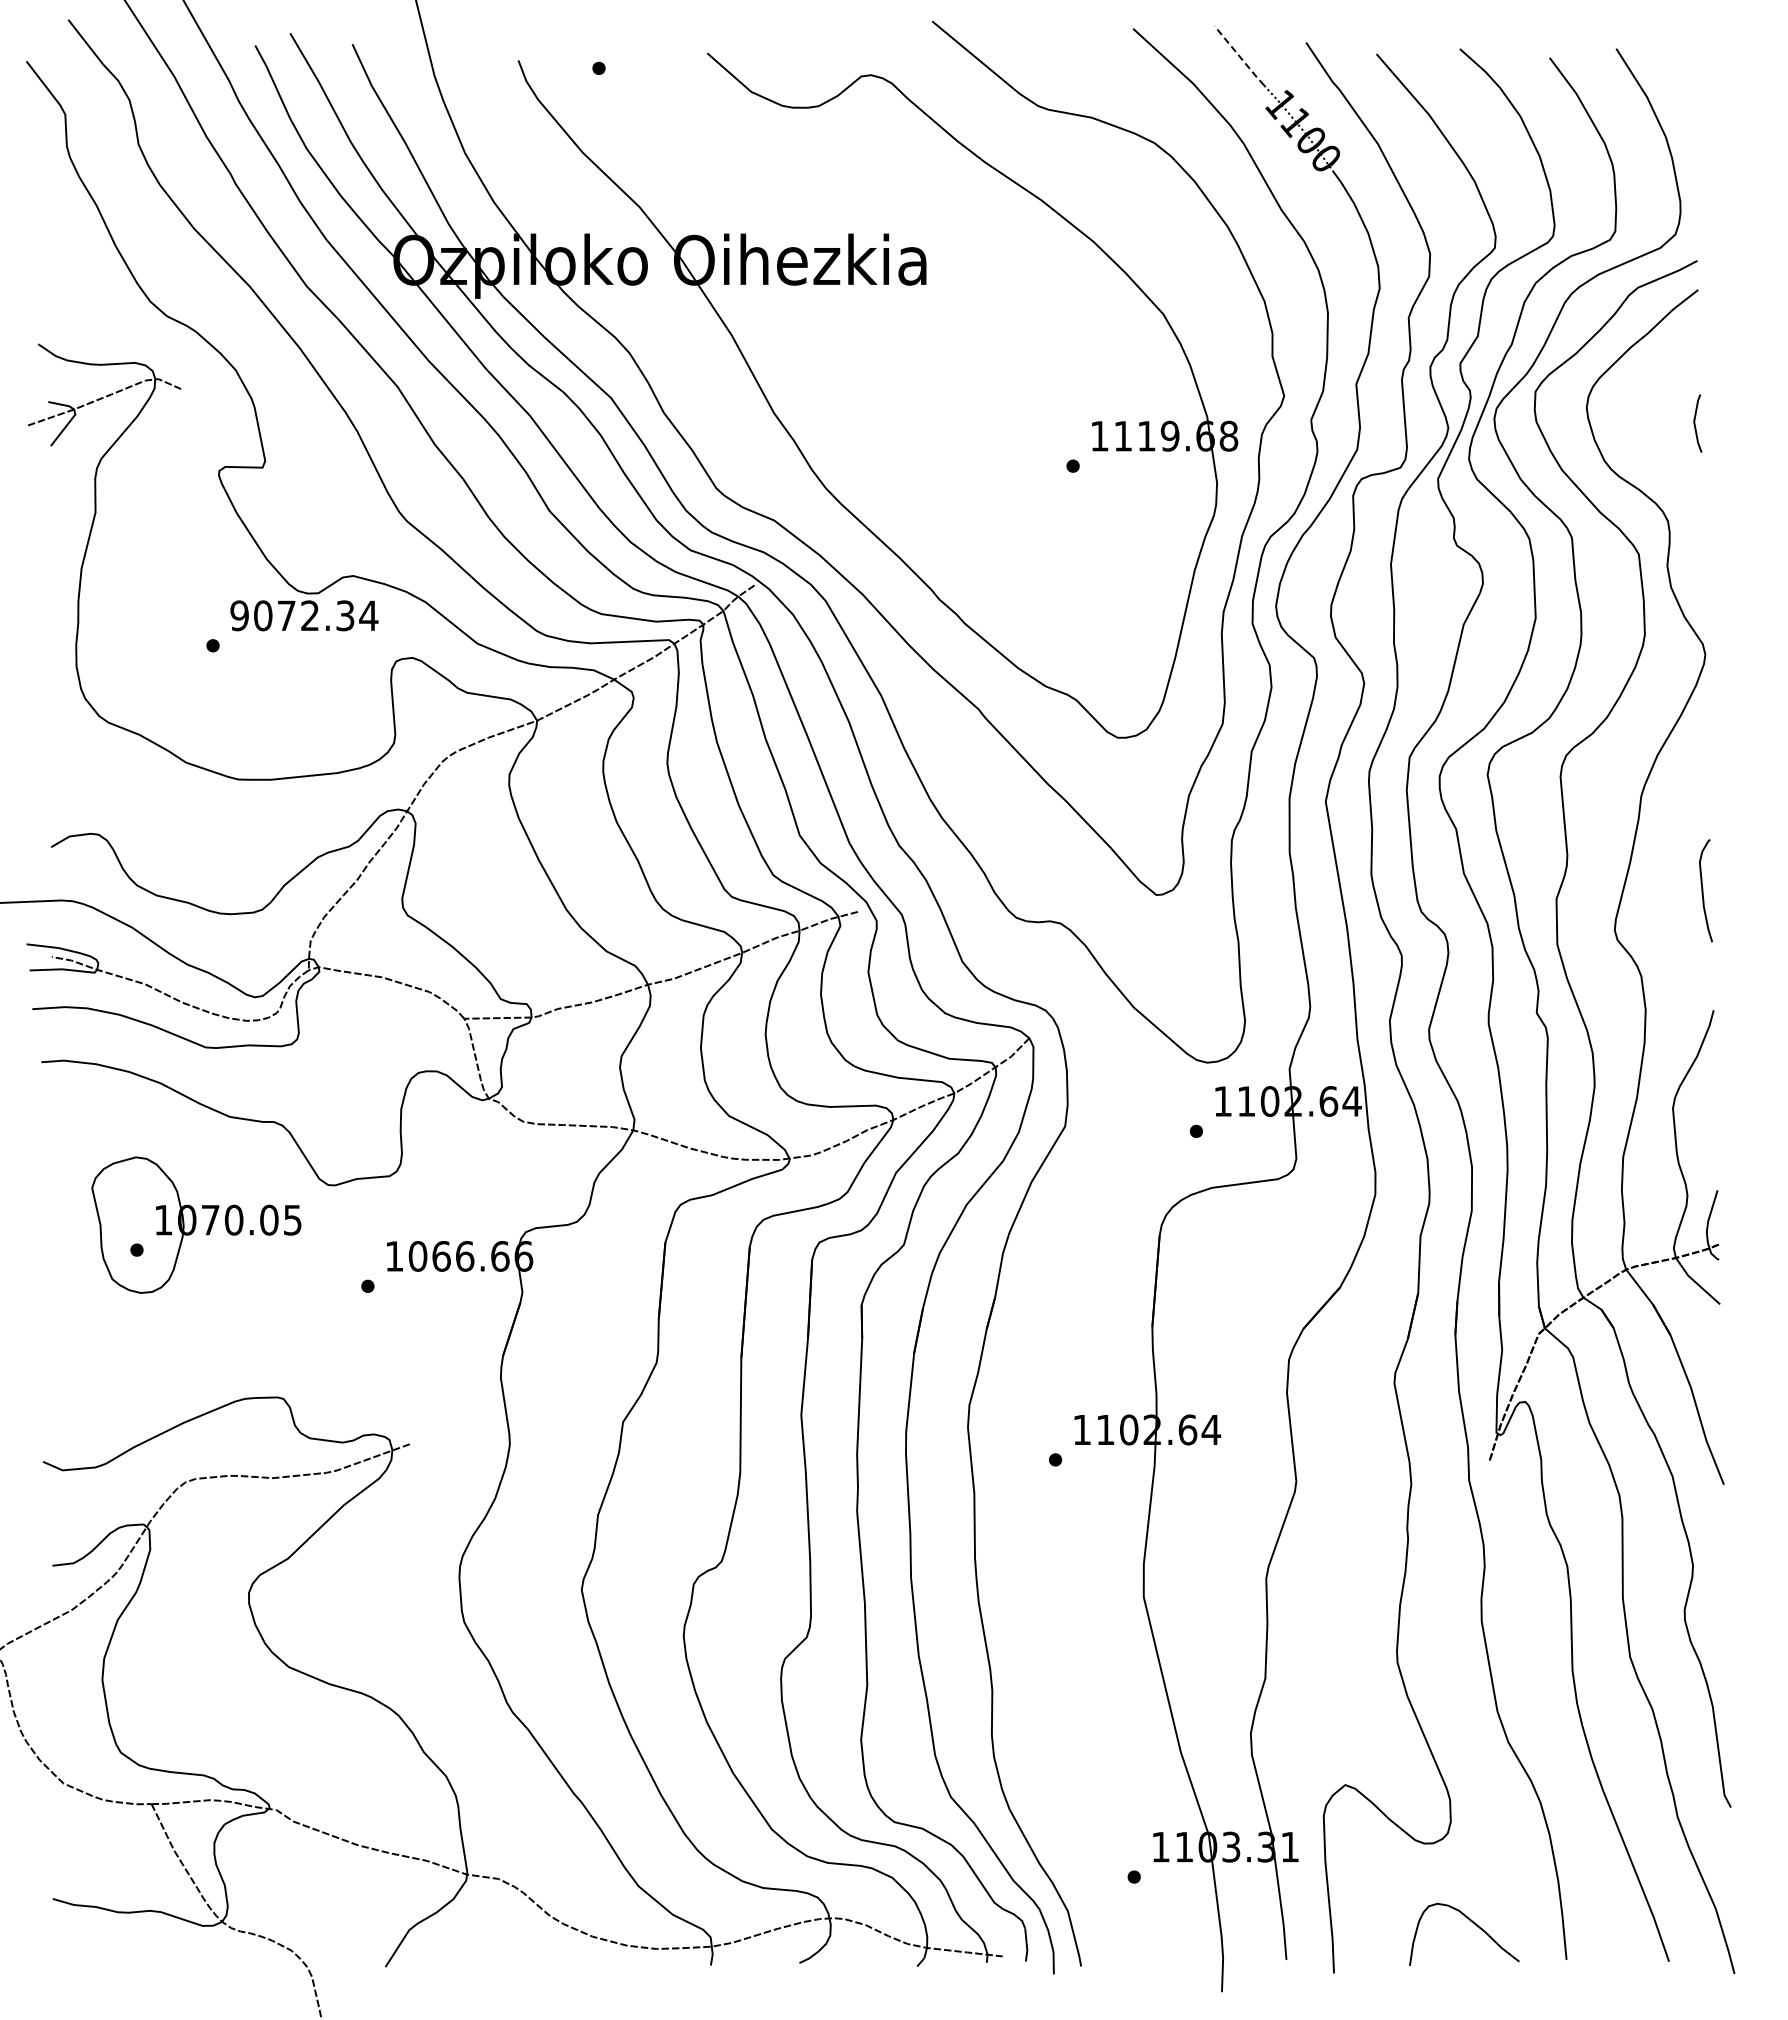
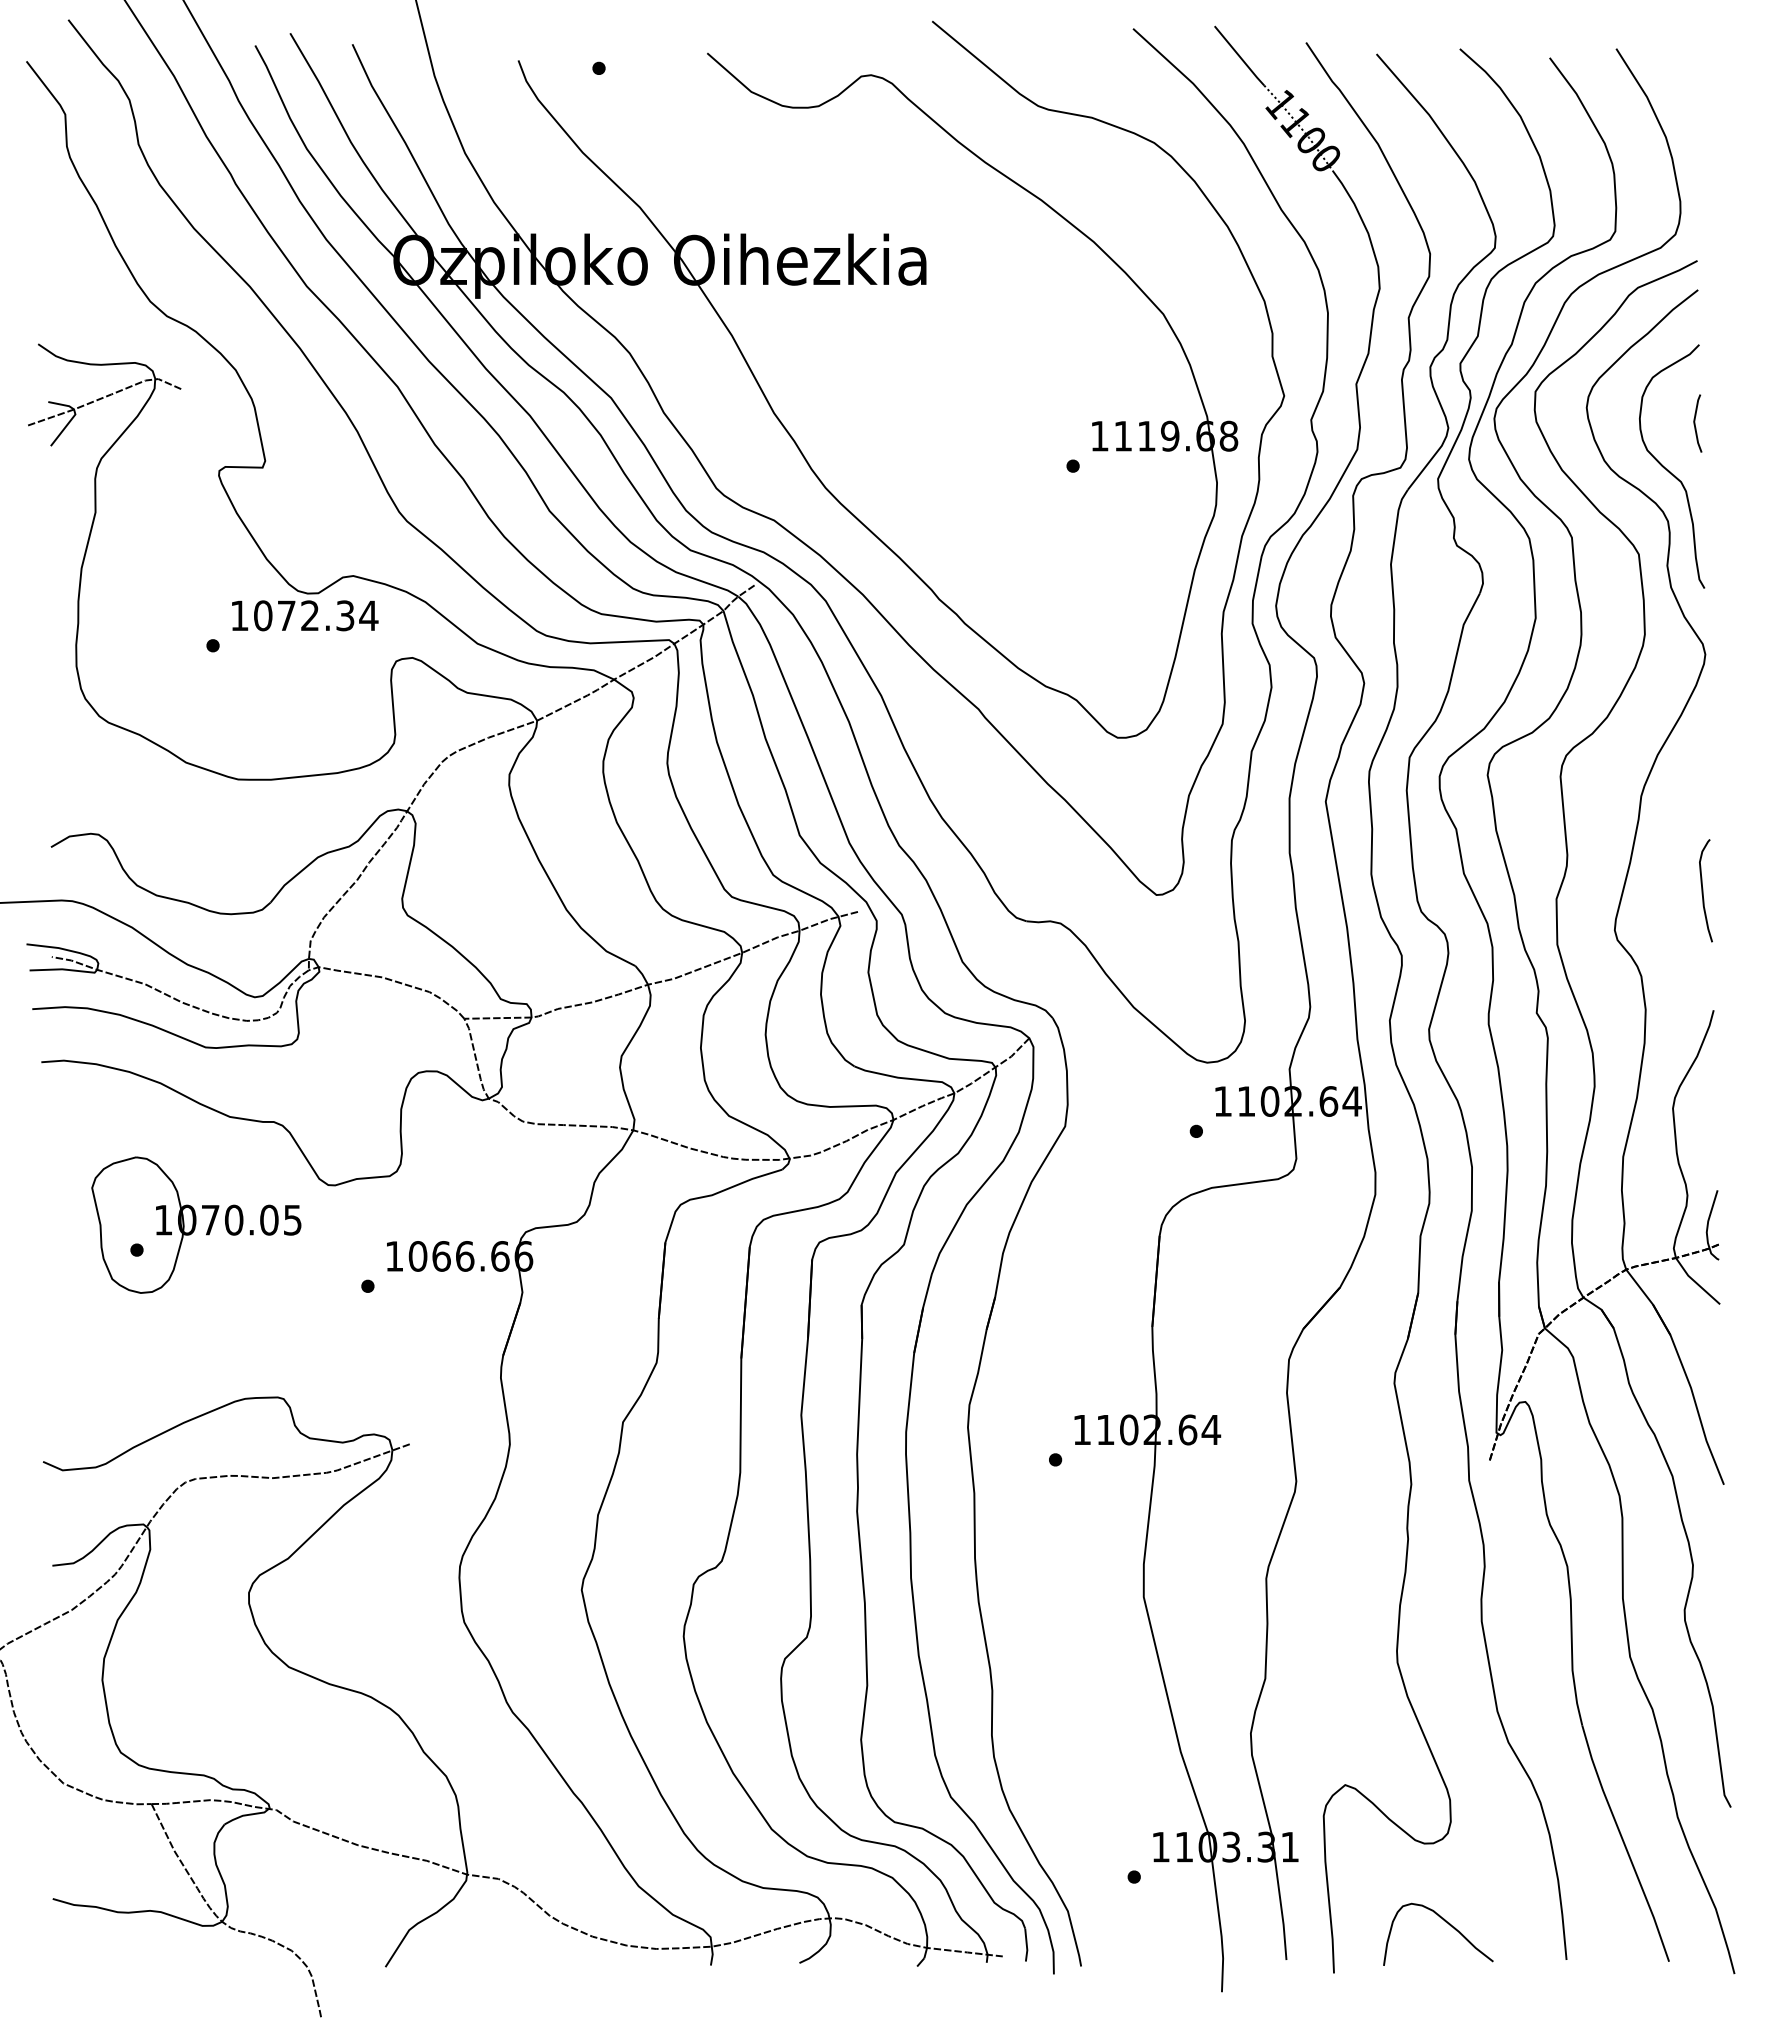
line at (1239, 56): dashed -> solid
curve at (1668, 469): none -> present
text at (239, 615): 9072.34 -> 1072.34
curve at (1471, 1922) position: (1471, 1922) -> (1445, 1922)
